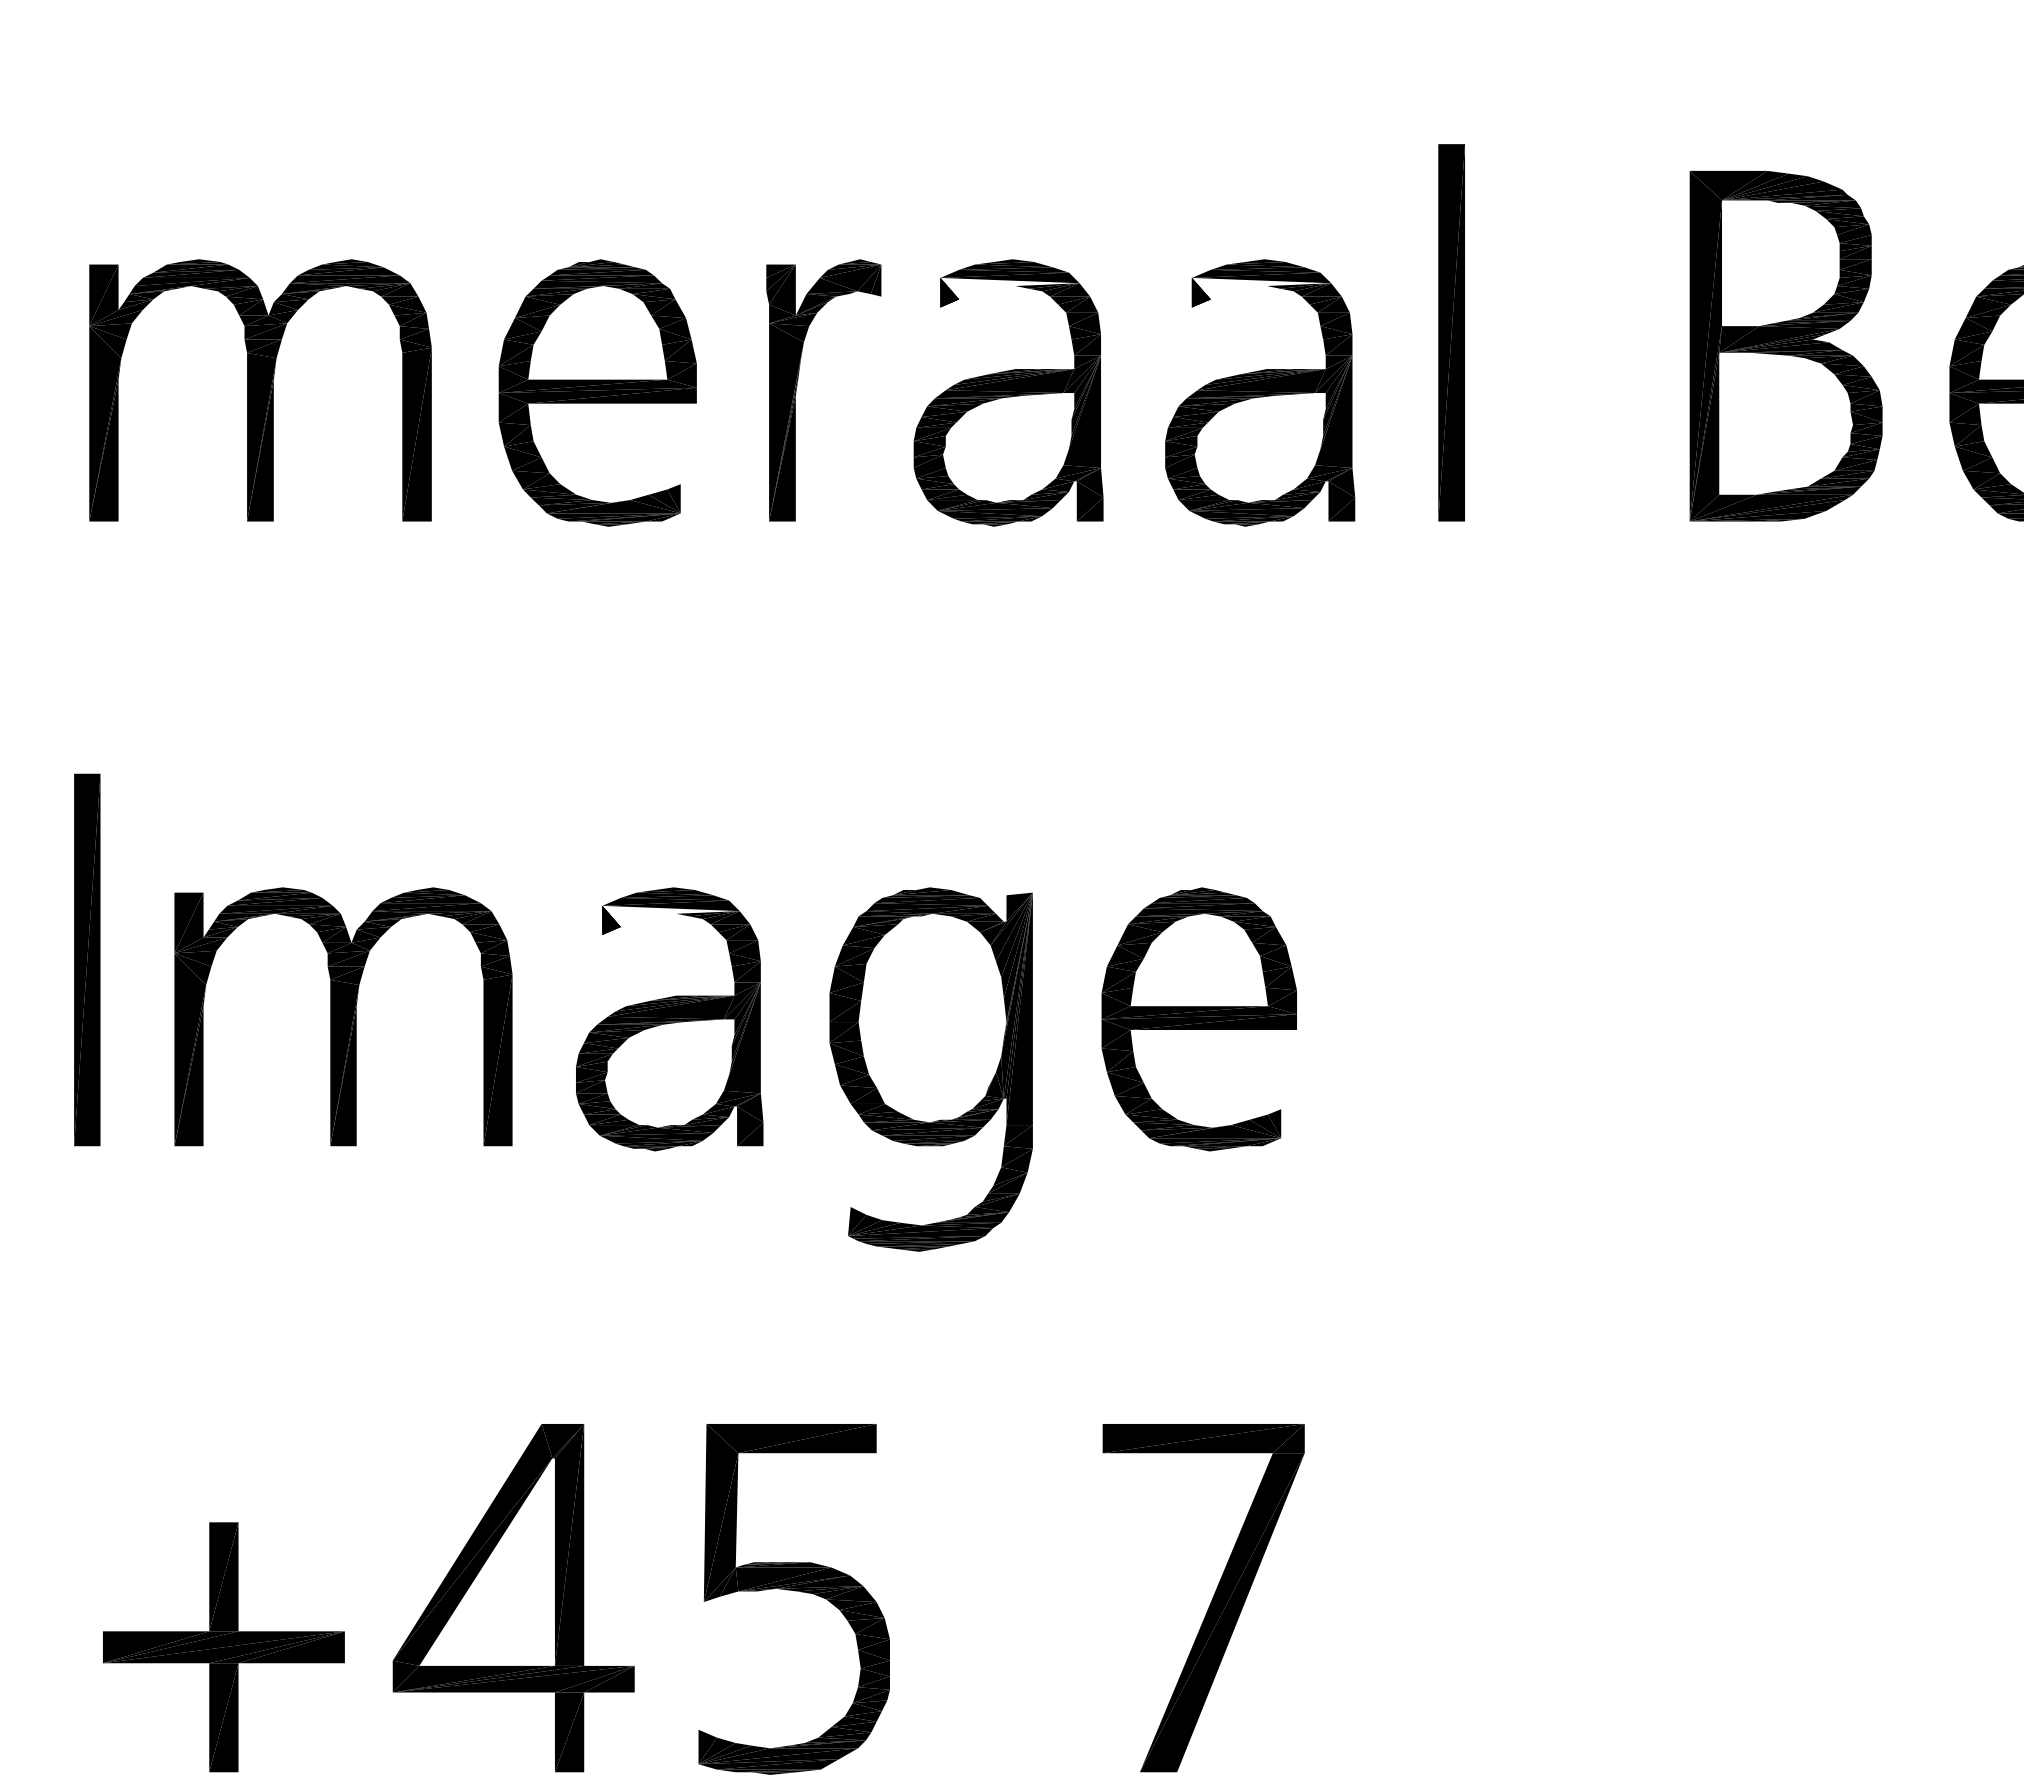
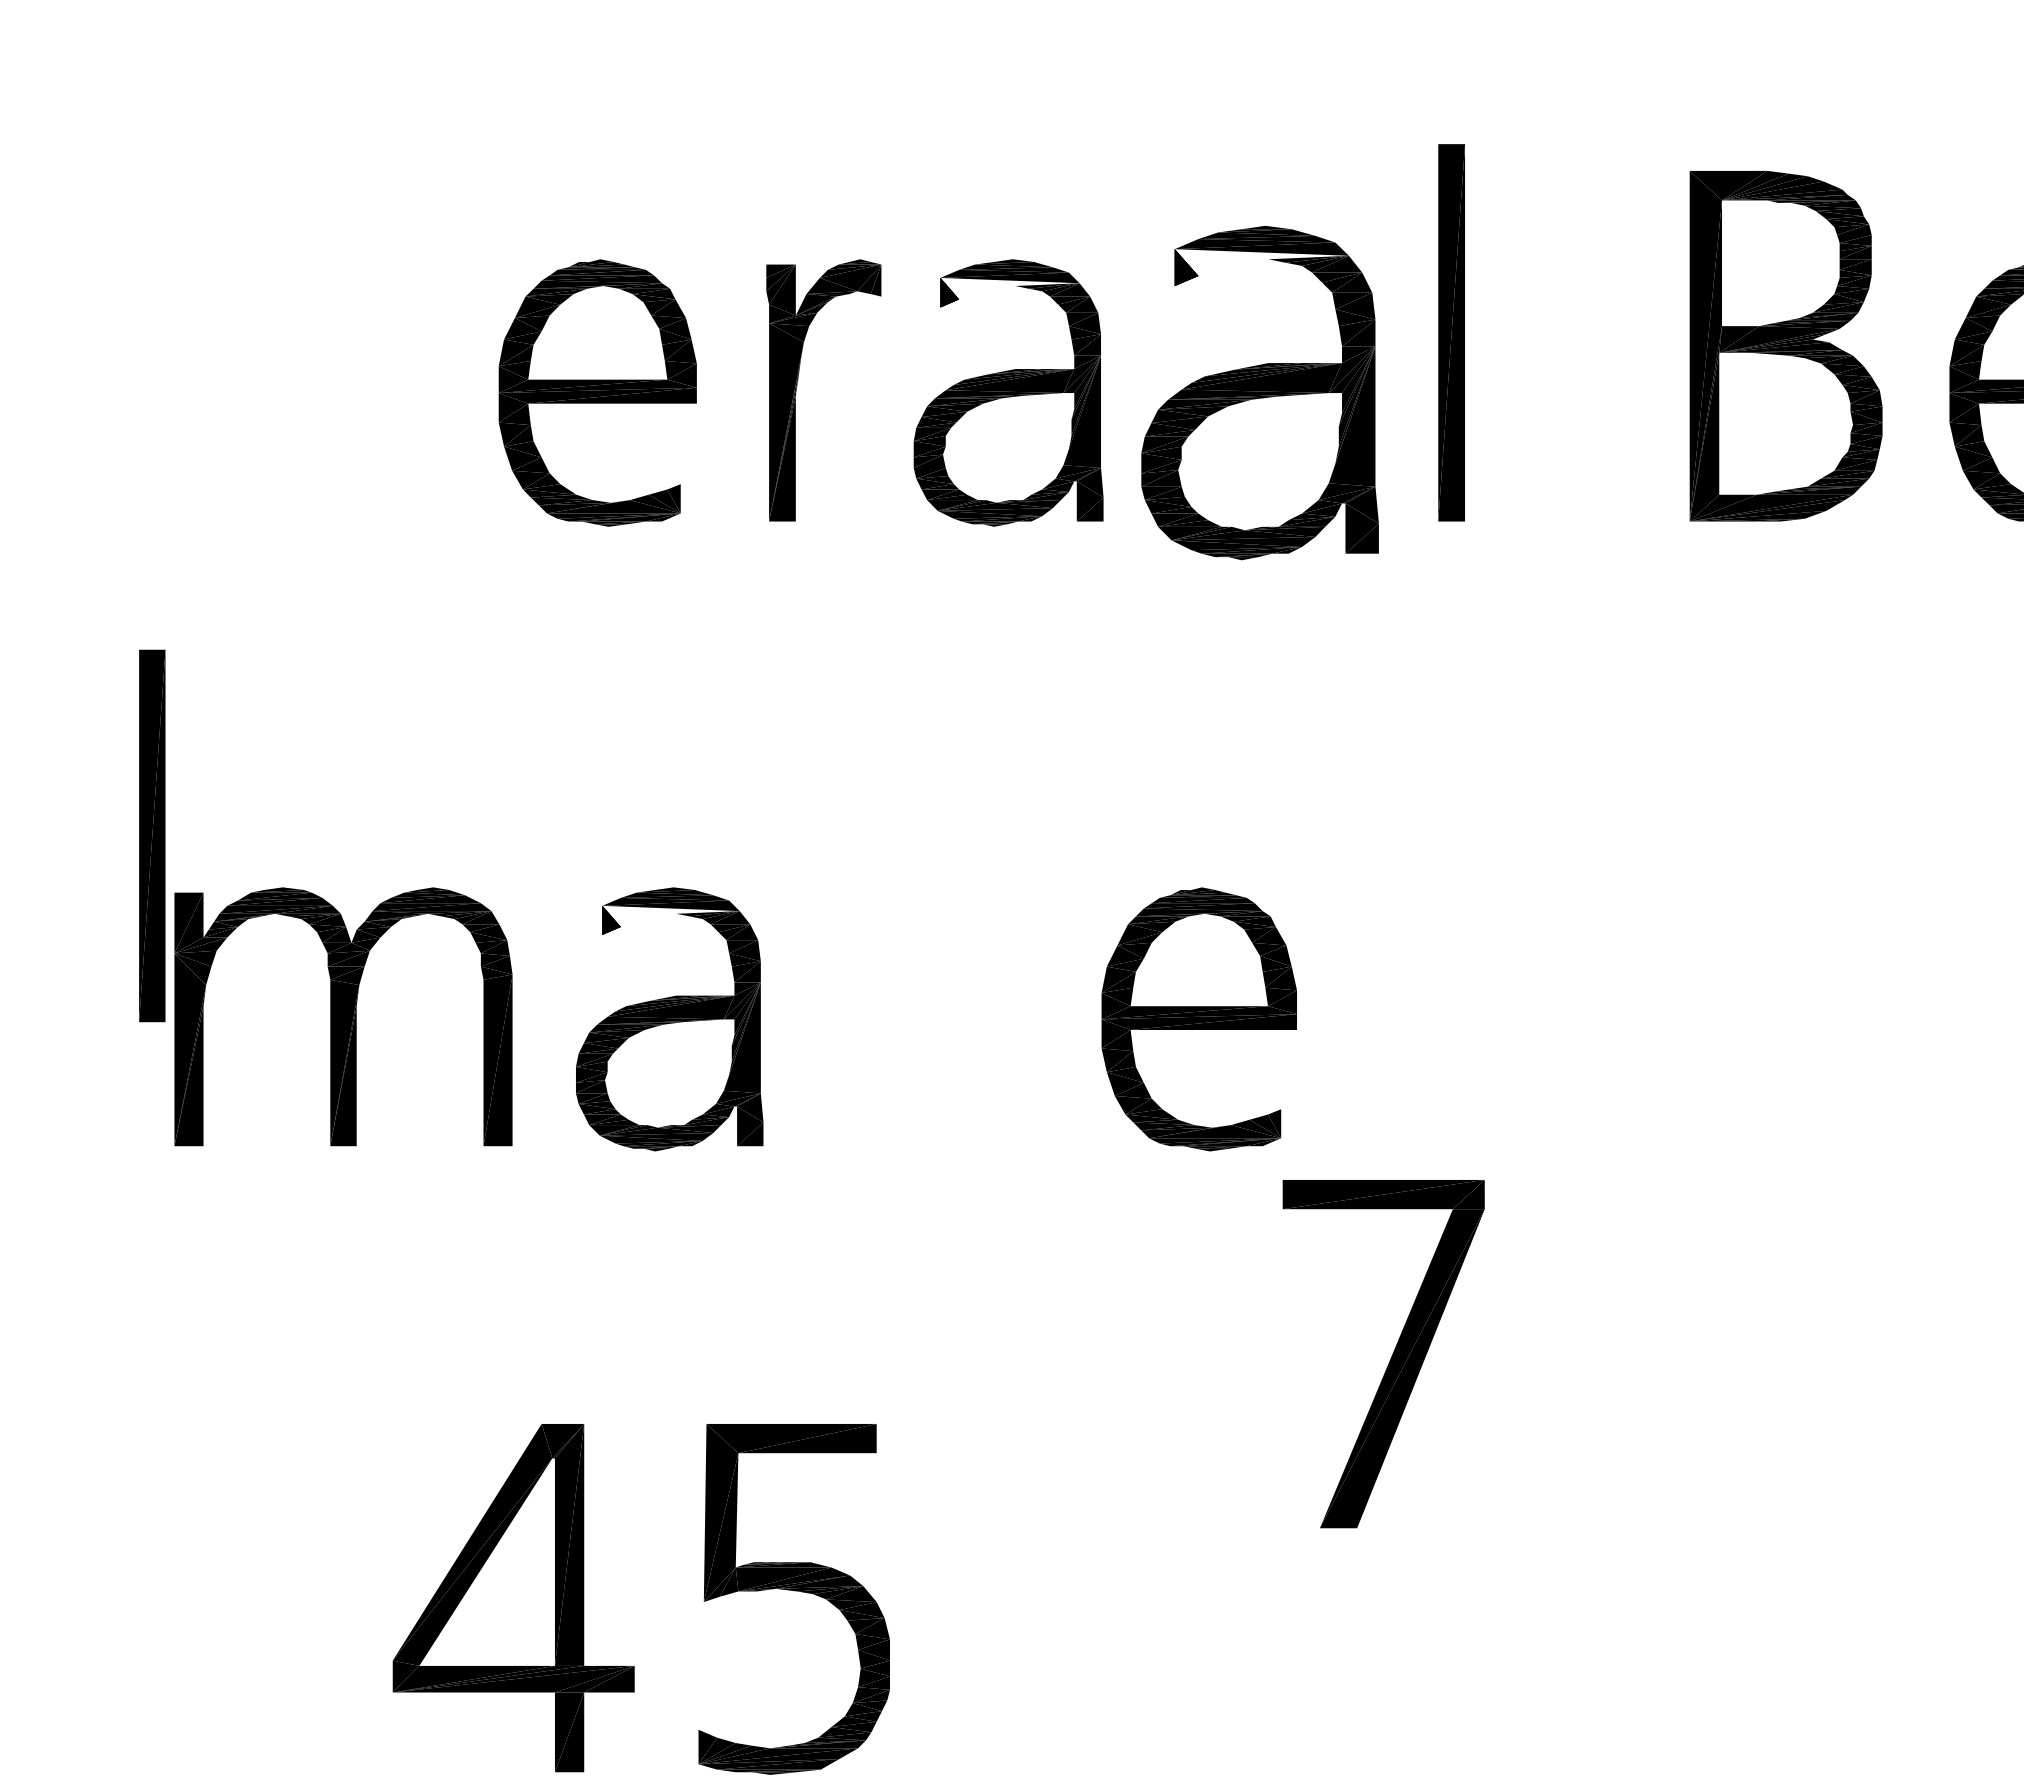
part at (260, 390): present -> none
part at (1260, 392) size: 191x268 px -> 238x336 px
part at (87, 959) position: (87, 959) -> (152, 835)
part at (930, 1069): present -> none
part at (1210, 1602) position: (1210, 1602) -> (1390, 1358)
part at (223, 1647): present -> none
